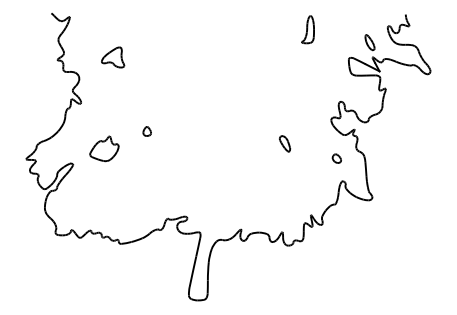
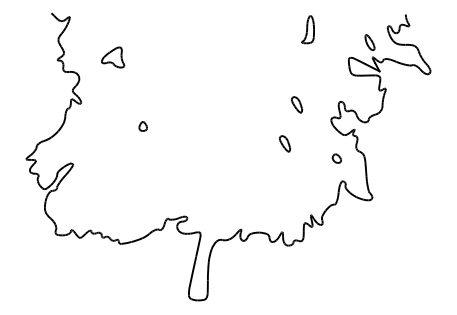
part at (297, 104): none -> present
part at (146, 131) position: (146, 131) -> (142, 126)
part at (104, 148): present -> none
